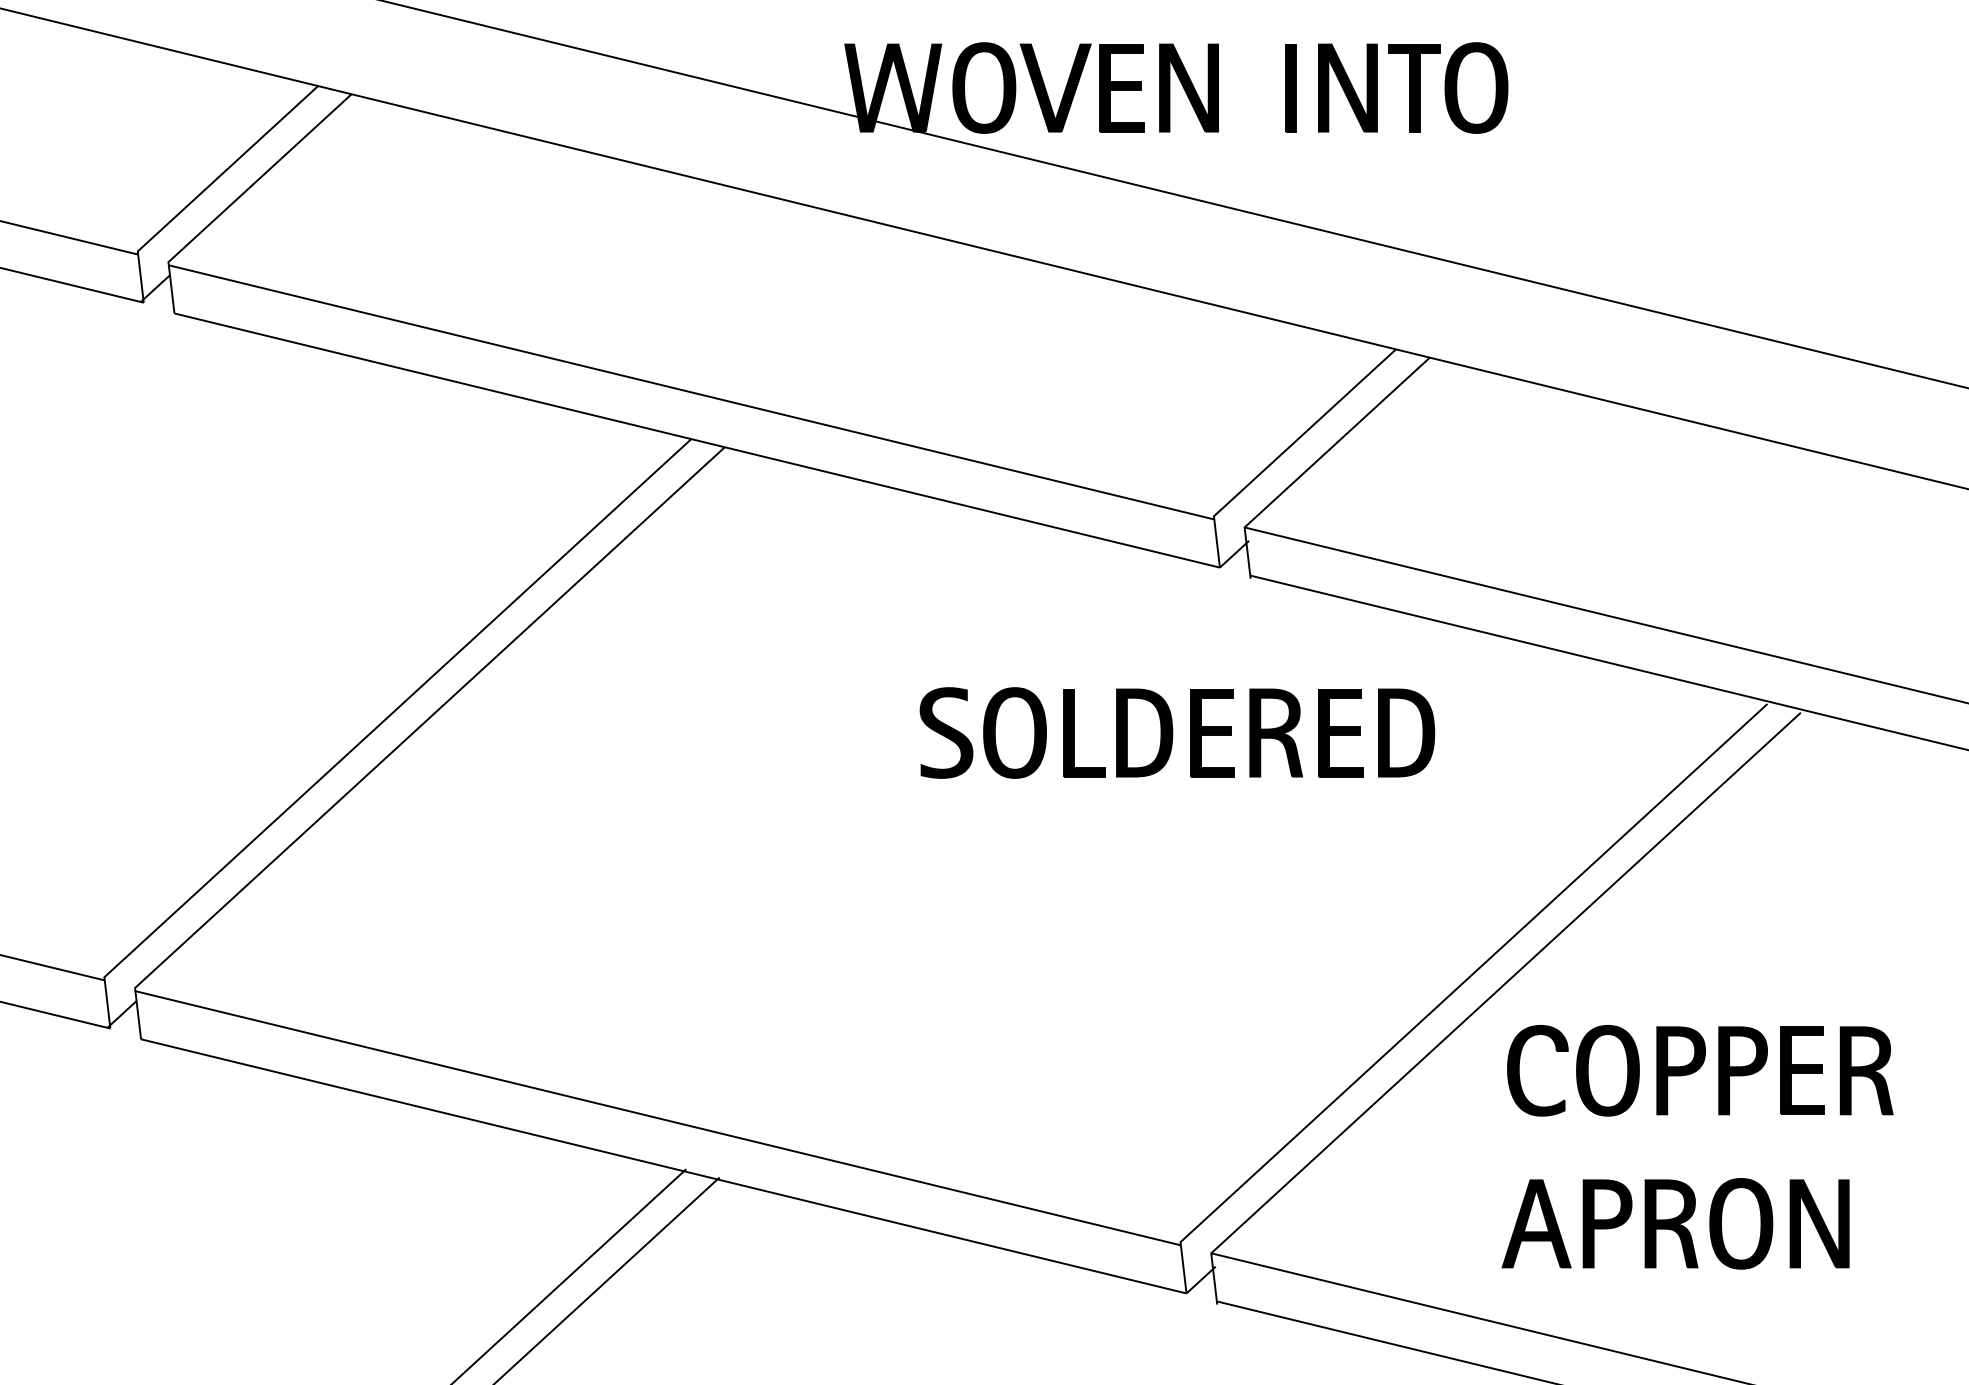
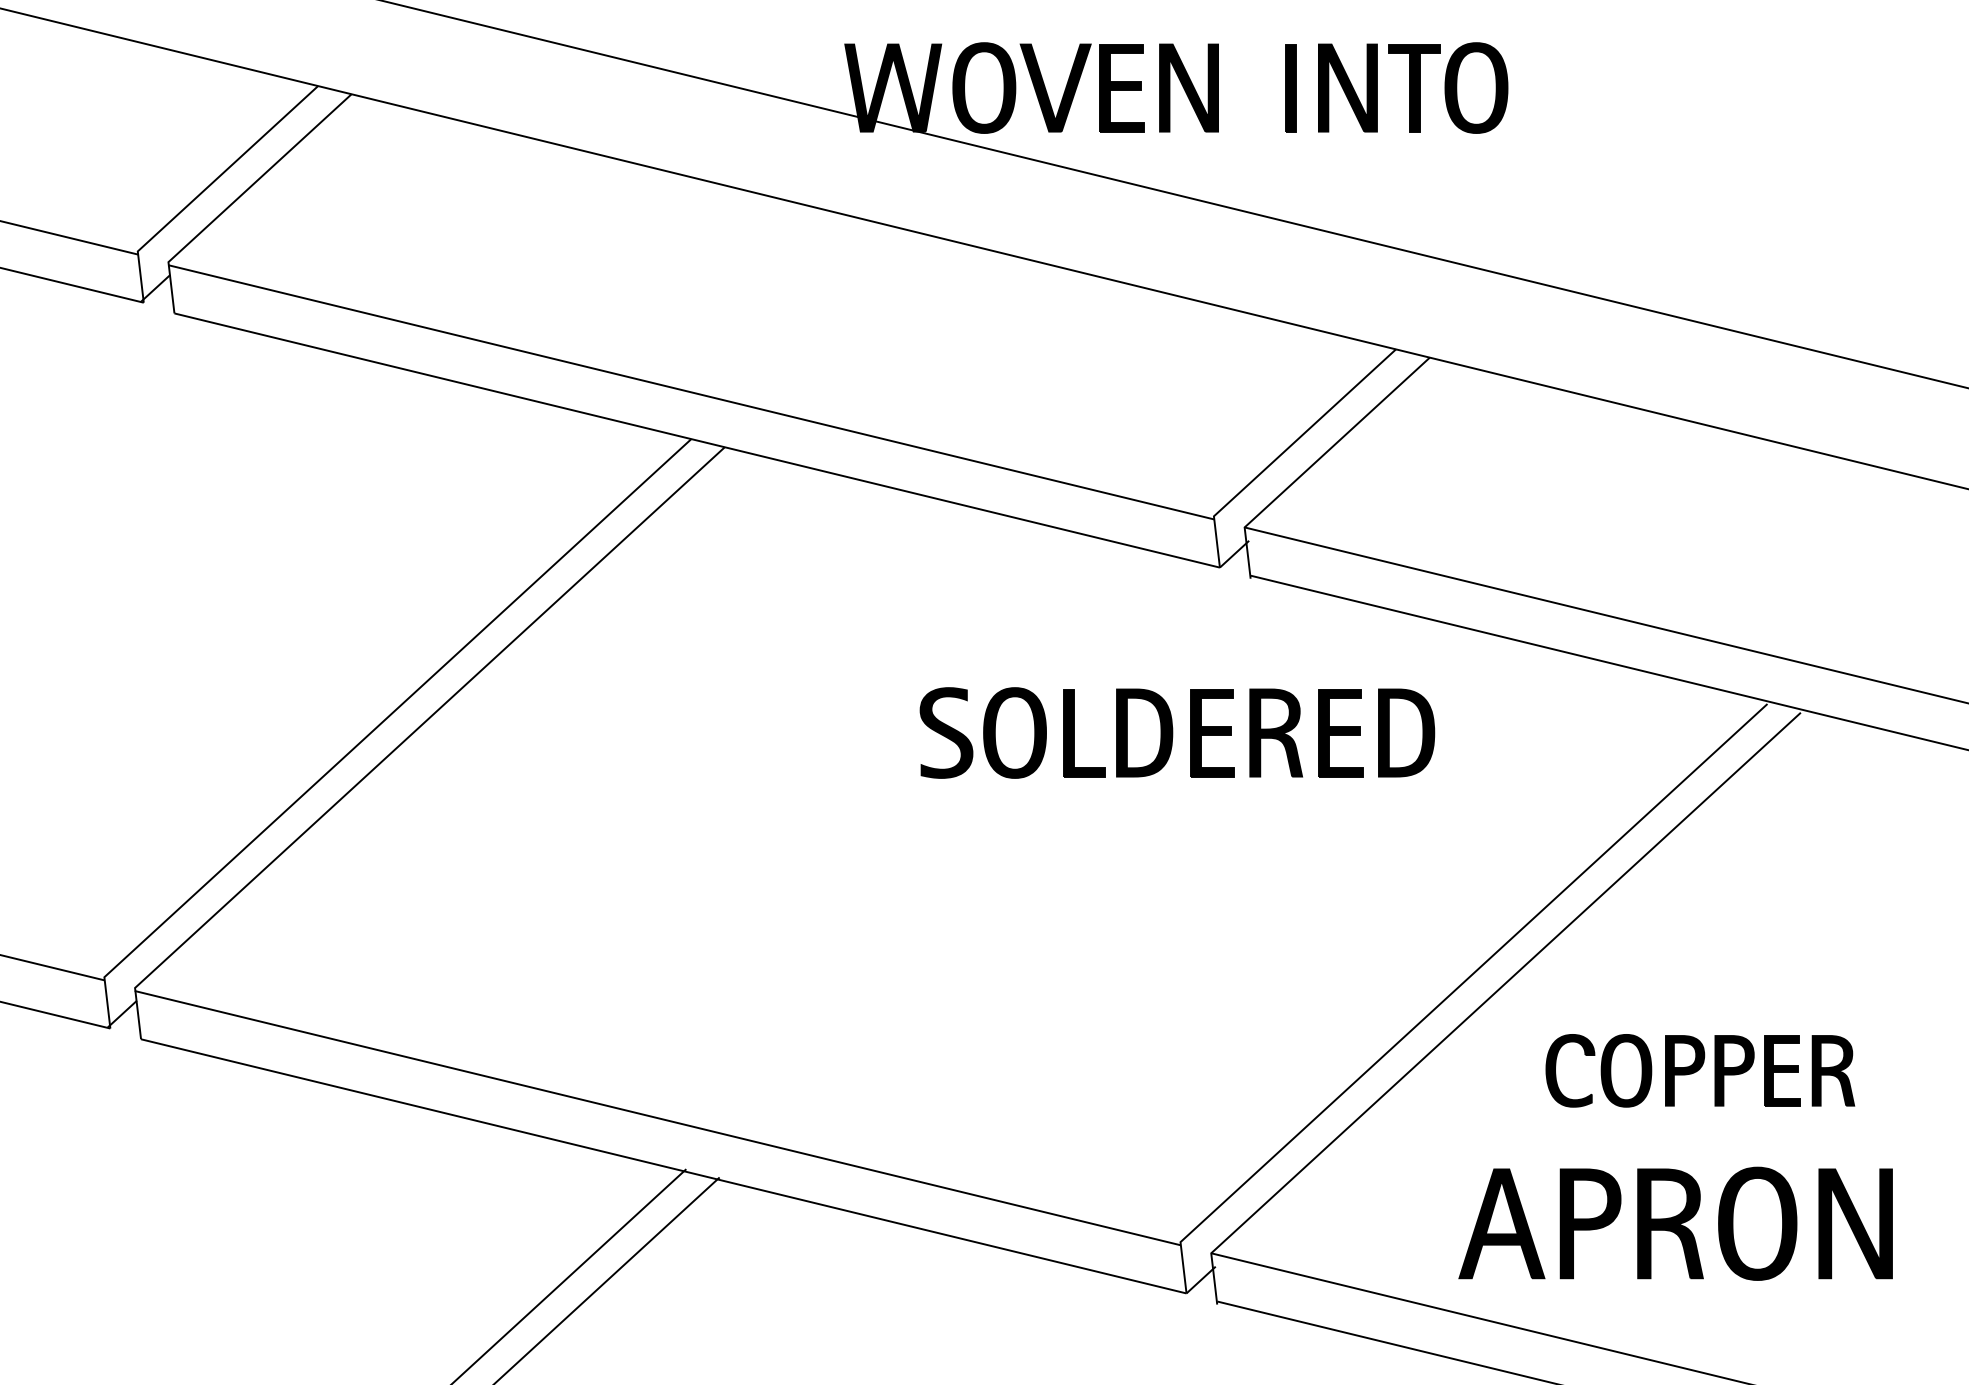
part at (1700, 1070) size: 387x92 px -> 311x74 px
part at (1675, 1223) size: 349x92 px -> 435x115 px
